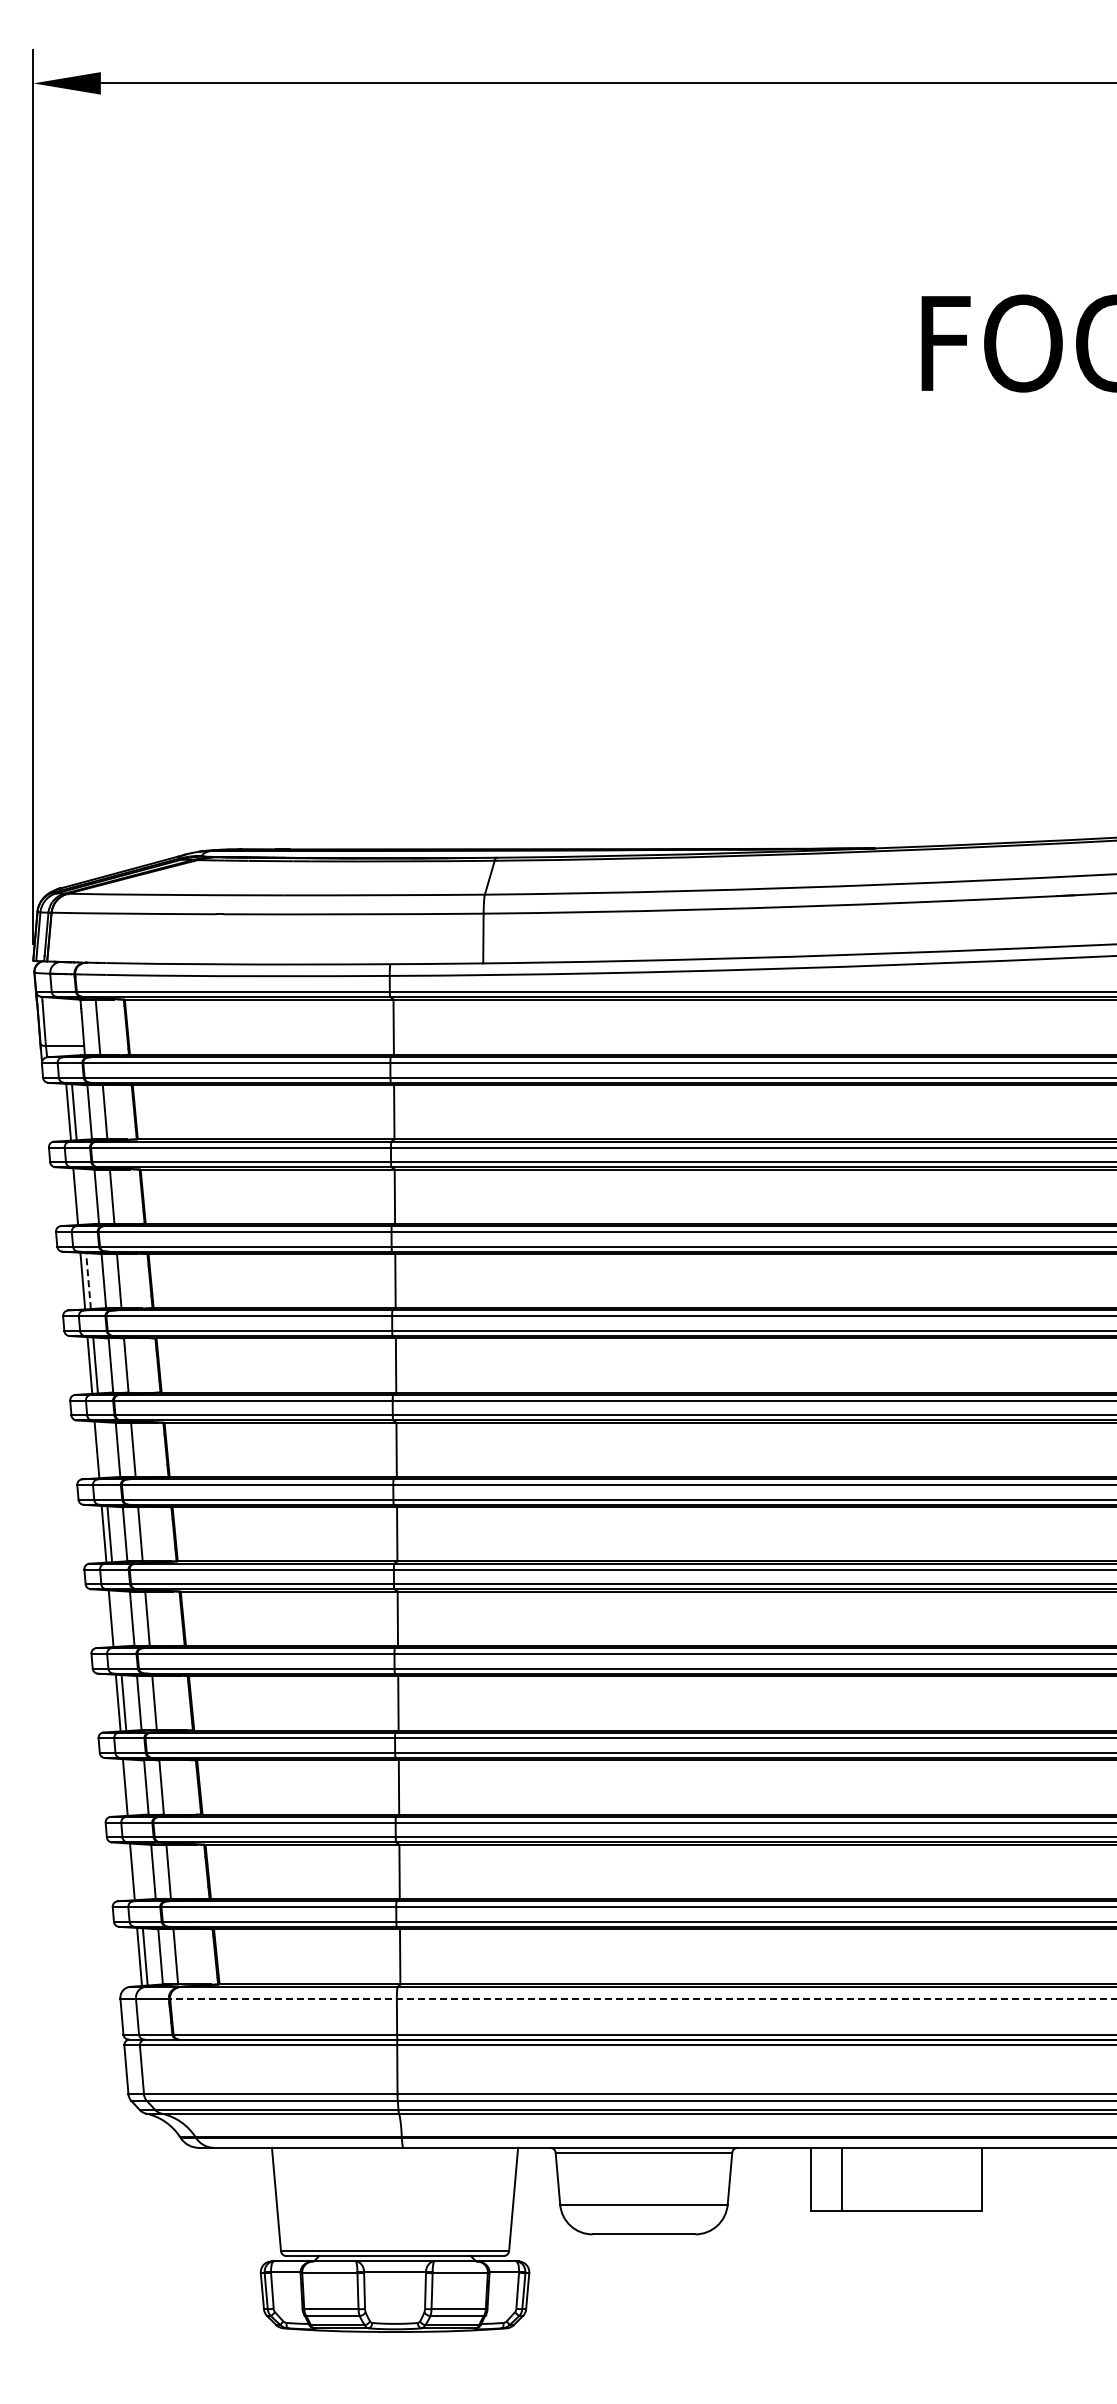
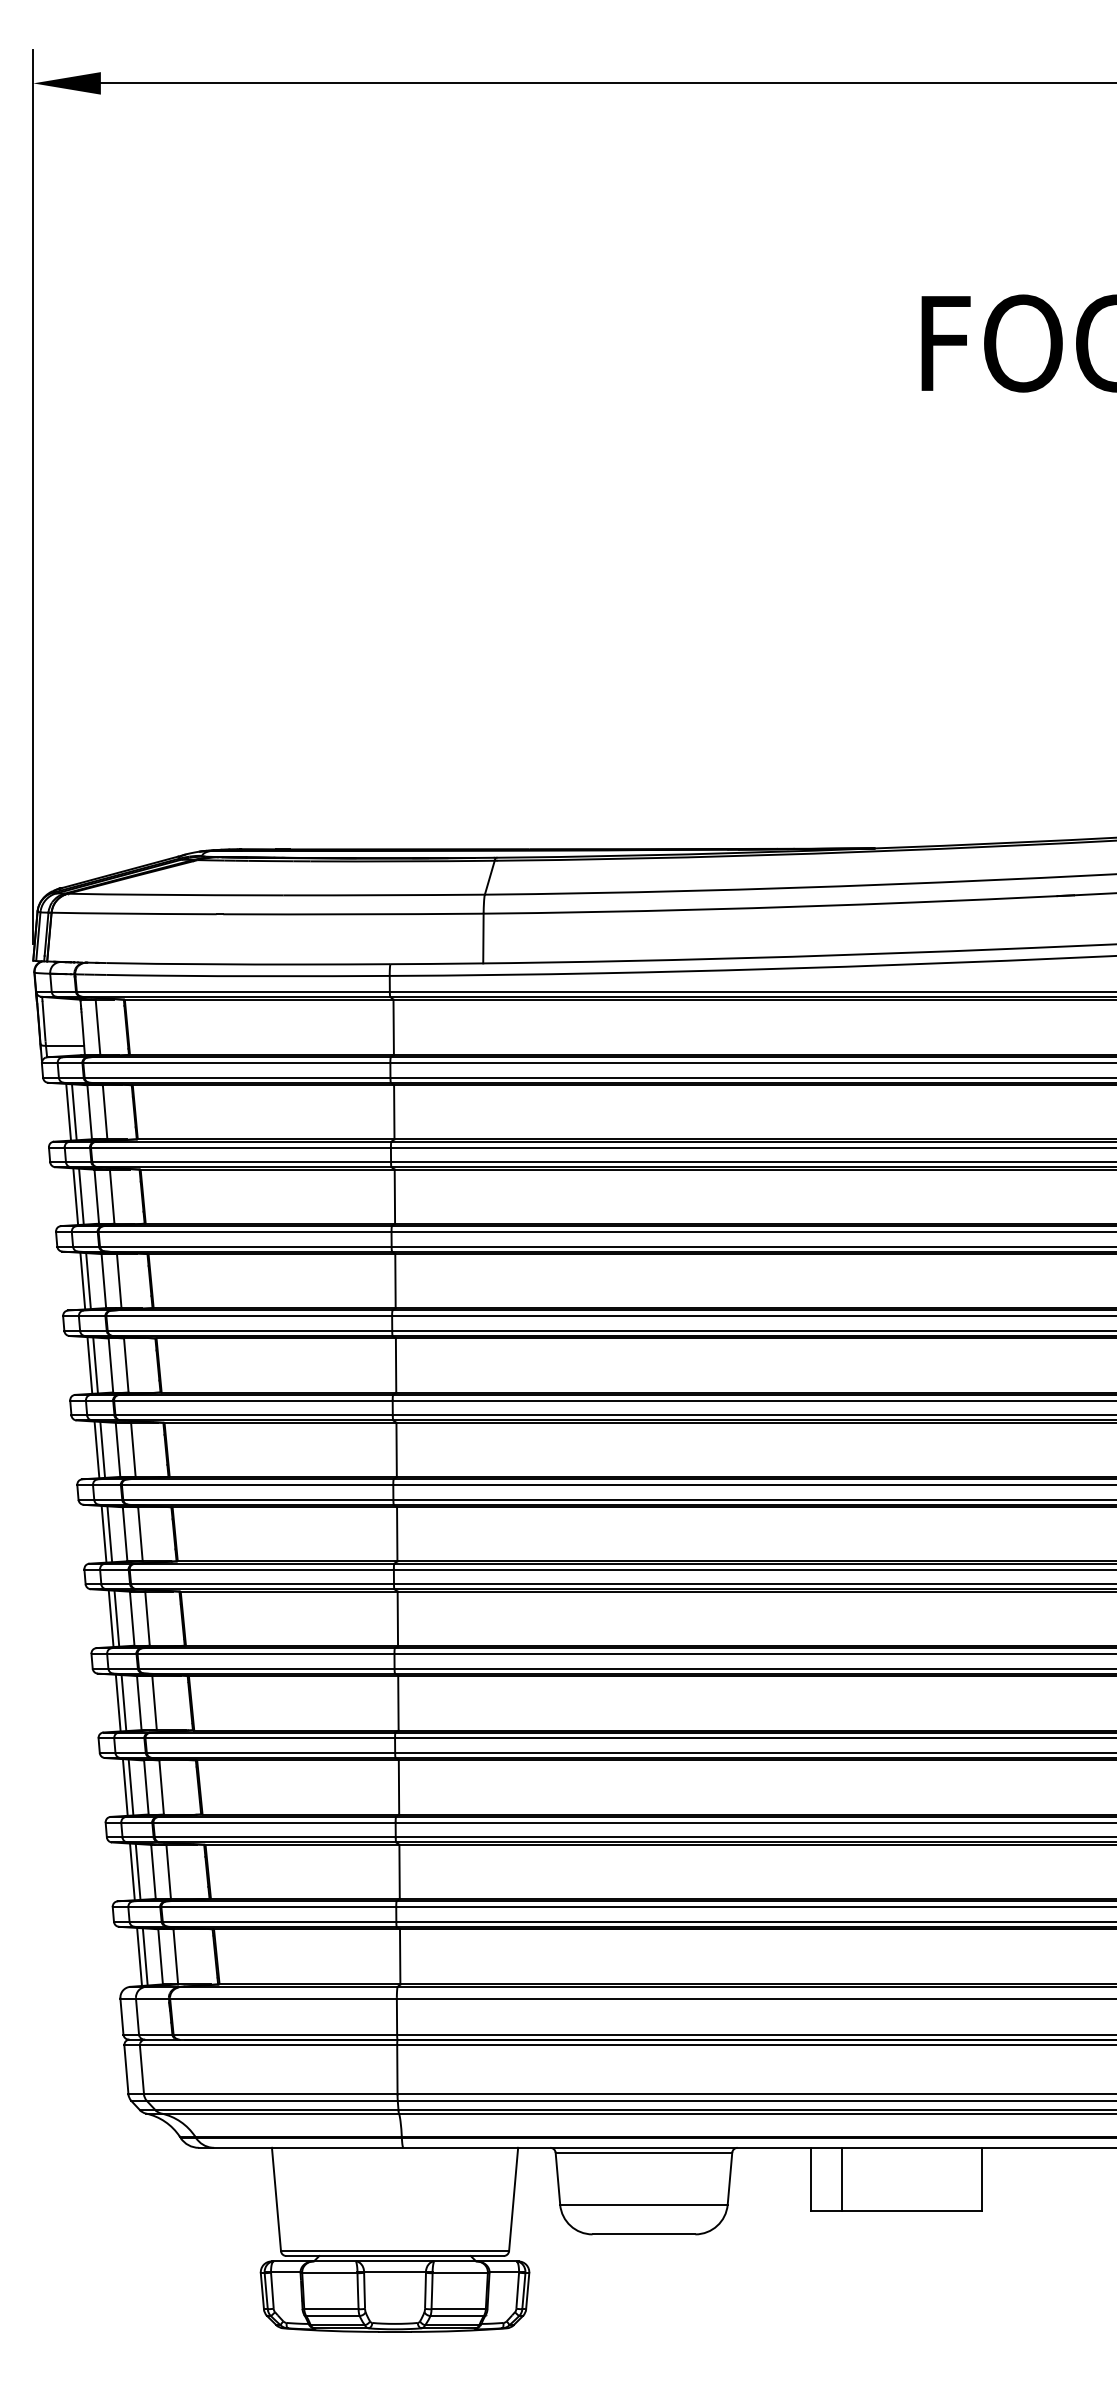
line at (81, 1196): none -> present
line at (88, 1280): dashed -> solid
line at (102, 1449): none -> present
line at (116, 1618): none -> present
line at (130, 1787): none -> present
line at (137, 1871): none -> present
line at (643, 1998): dashed -> solid
